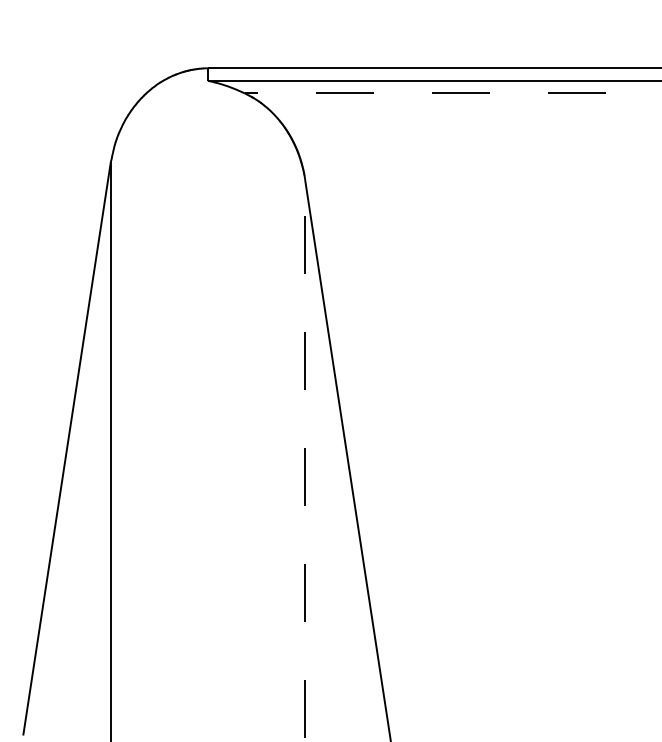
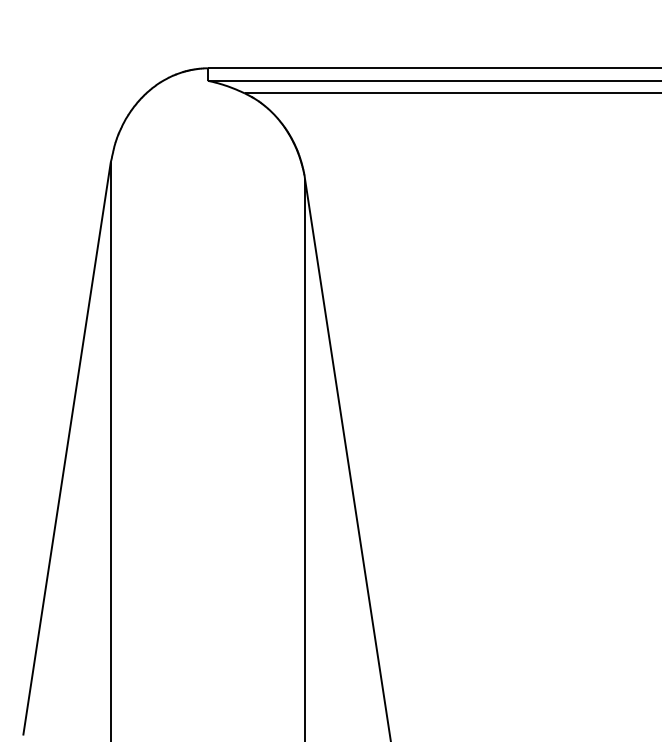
line at (452, 93): dashed -> solid
line at (305, 460): dashed -> solid
